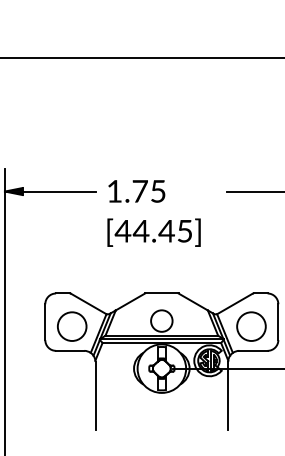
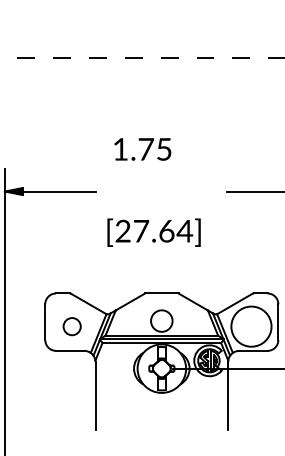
line at (142, 57): solid -> dashed
text at (136, 191) position: (136, 191) -> (142, 149)
text at (153, 230): [44.45] -> [27.64]
circle at (71, 326) diameter: 29 px -> 17 px
circle at (251, 326) diameter: 29 px -> 40 px
